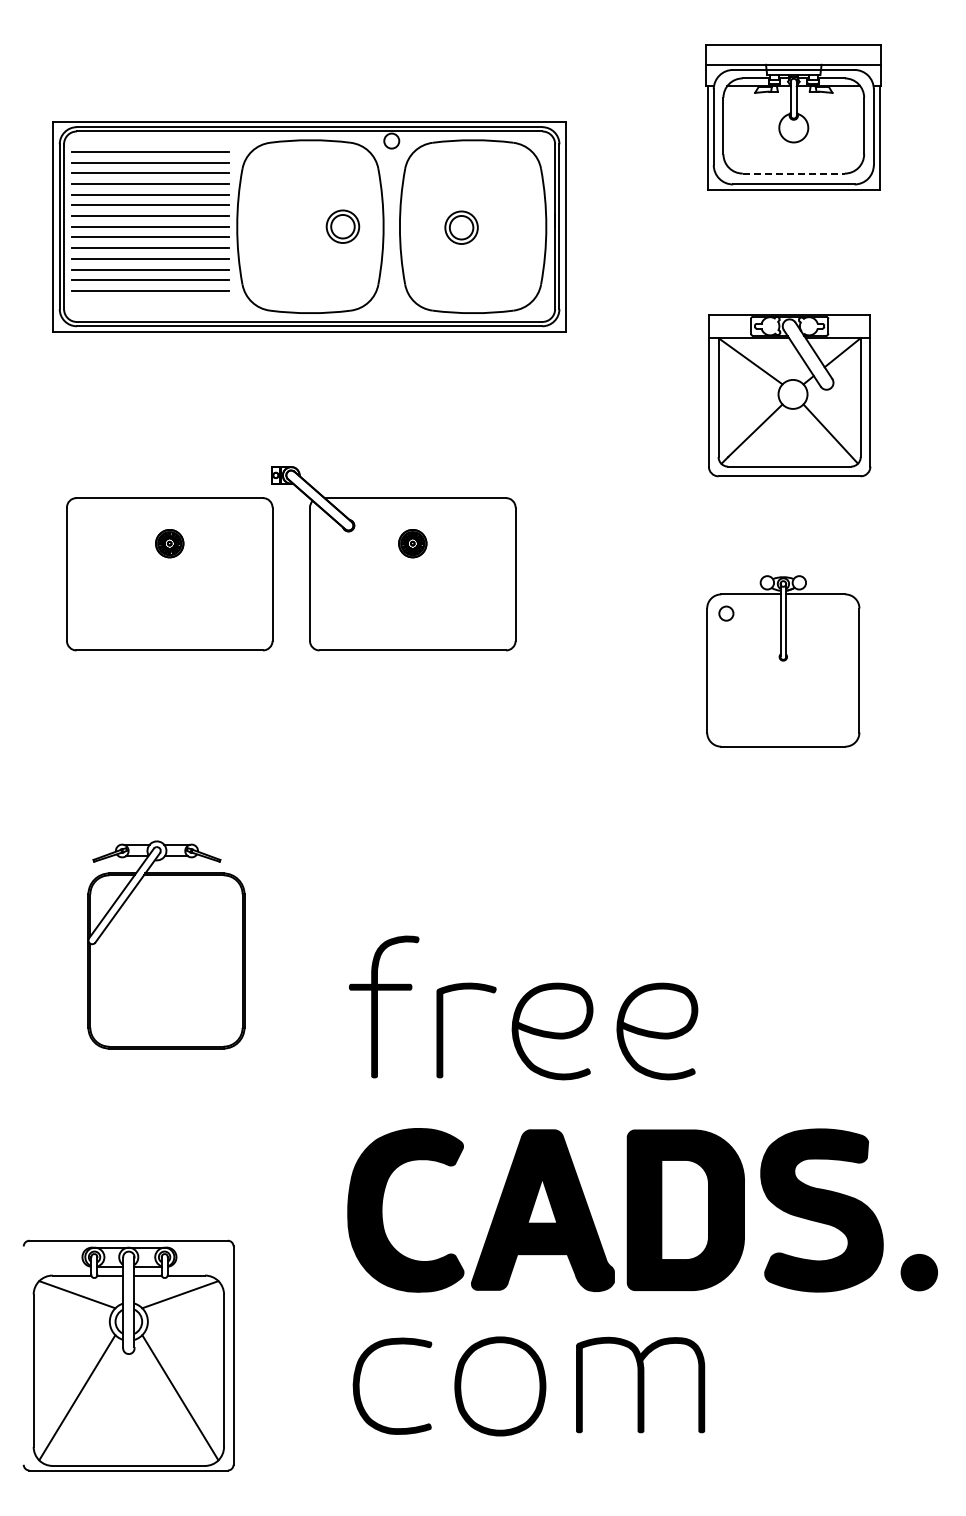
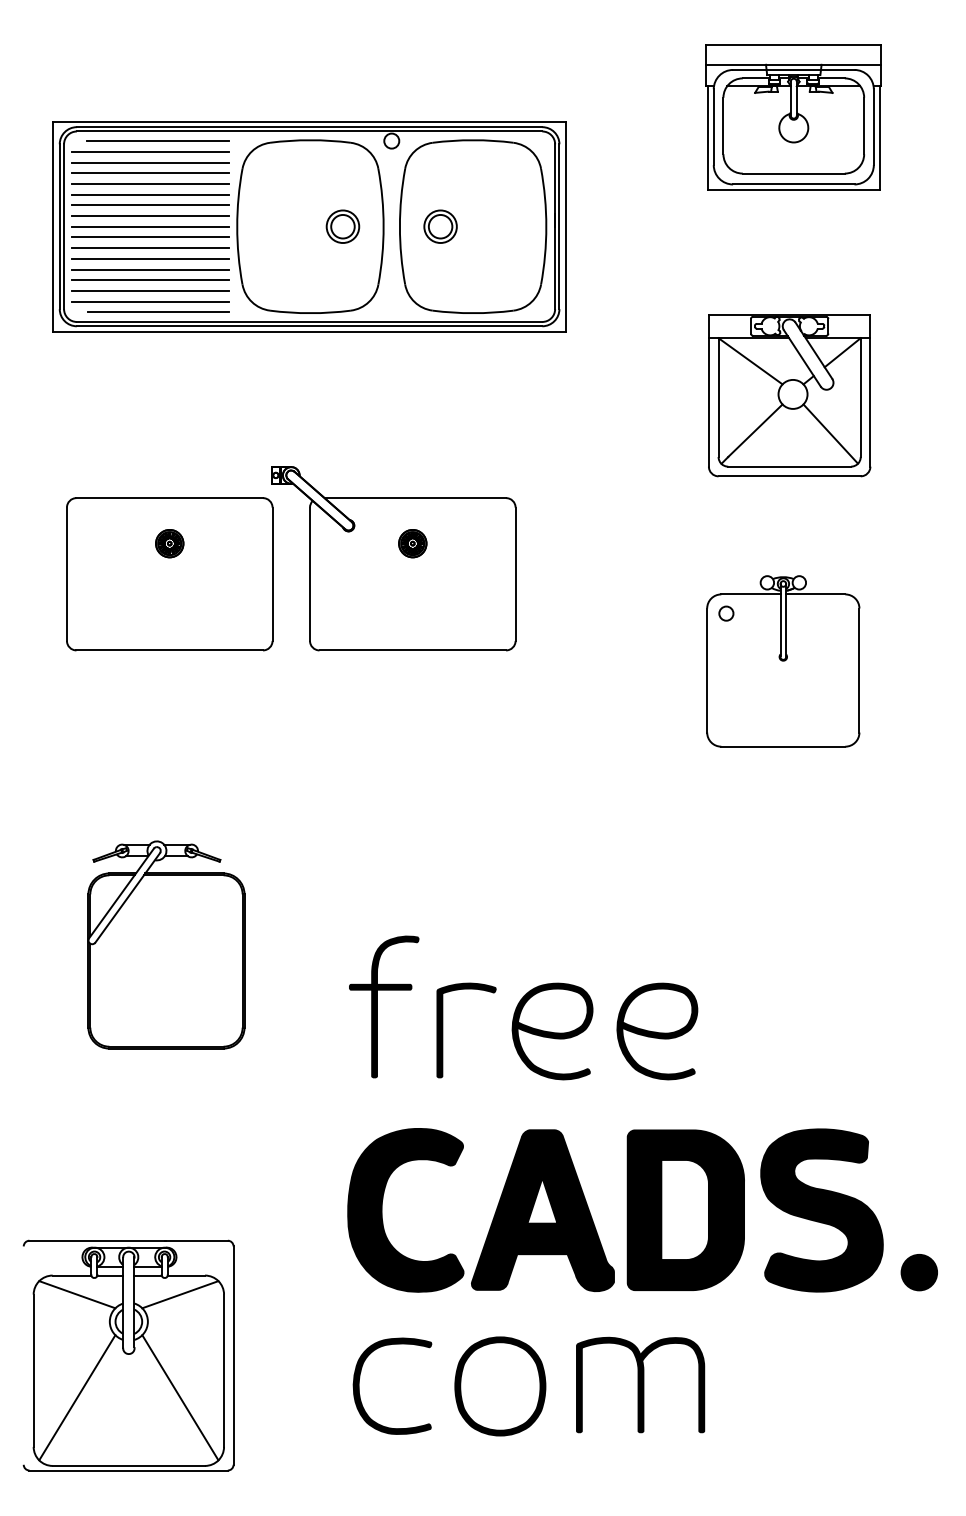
line at (157, 140): none -> present
line at (794, 173): dashed -> solid
part at (461, 227) position: (461, 227) -> (440, 226)
line at (149, 301): none -> present
line at (158, 312): none -> present
